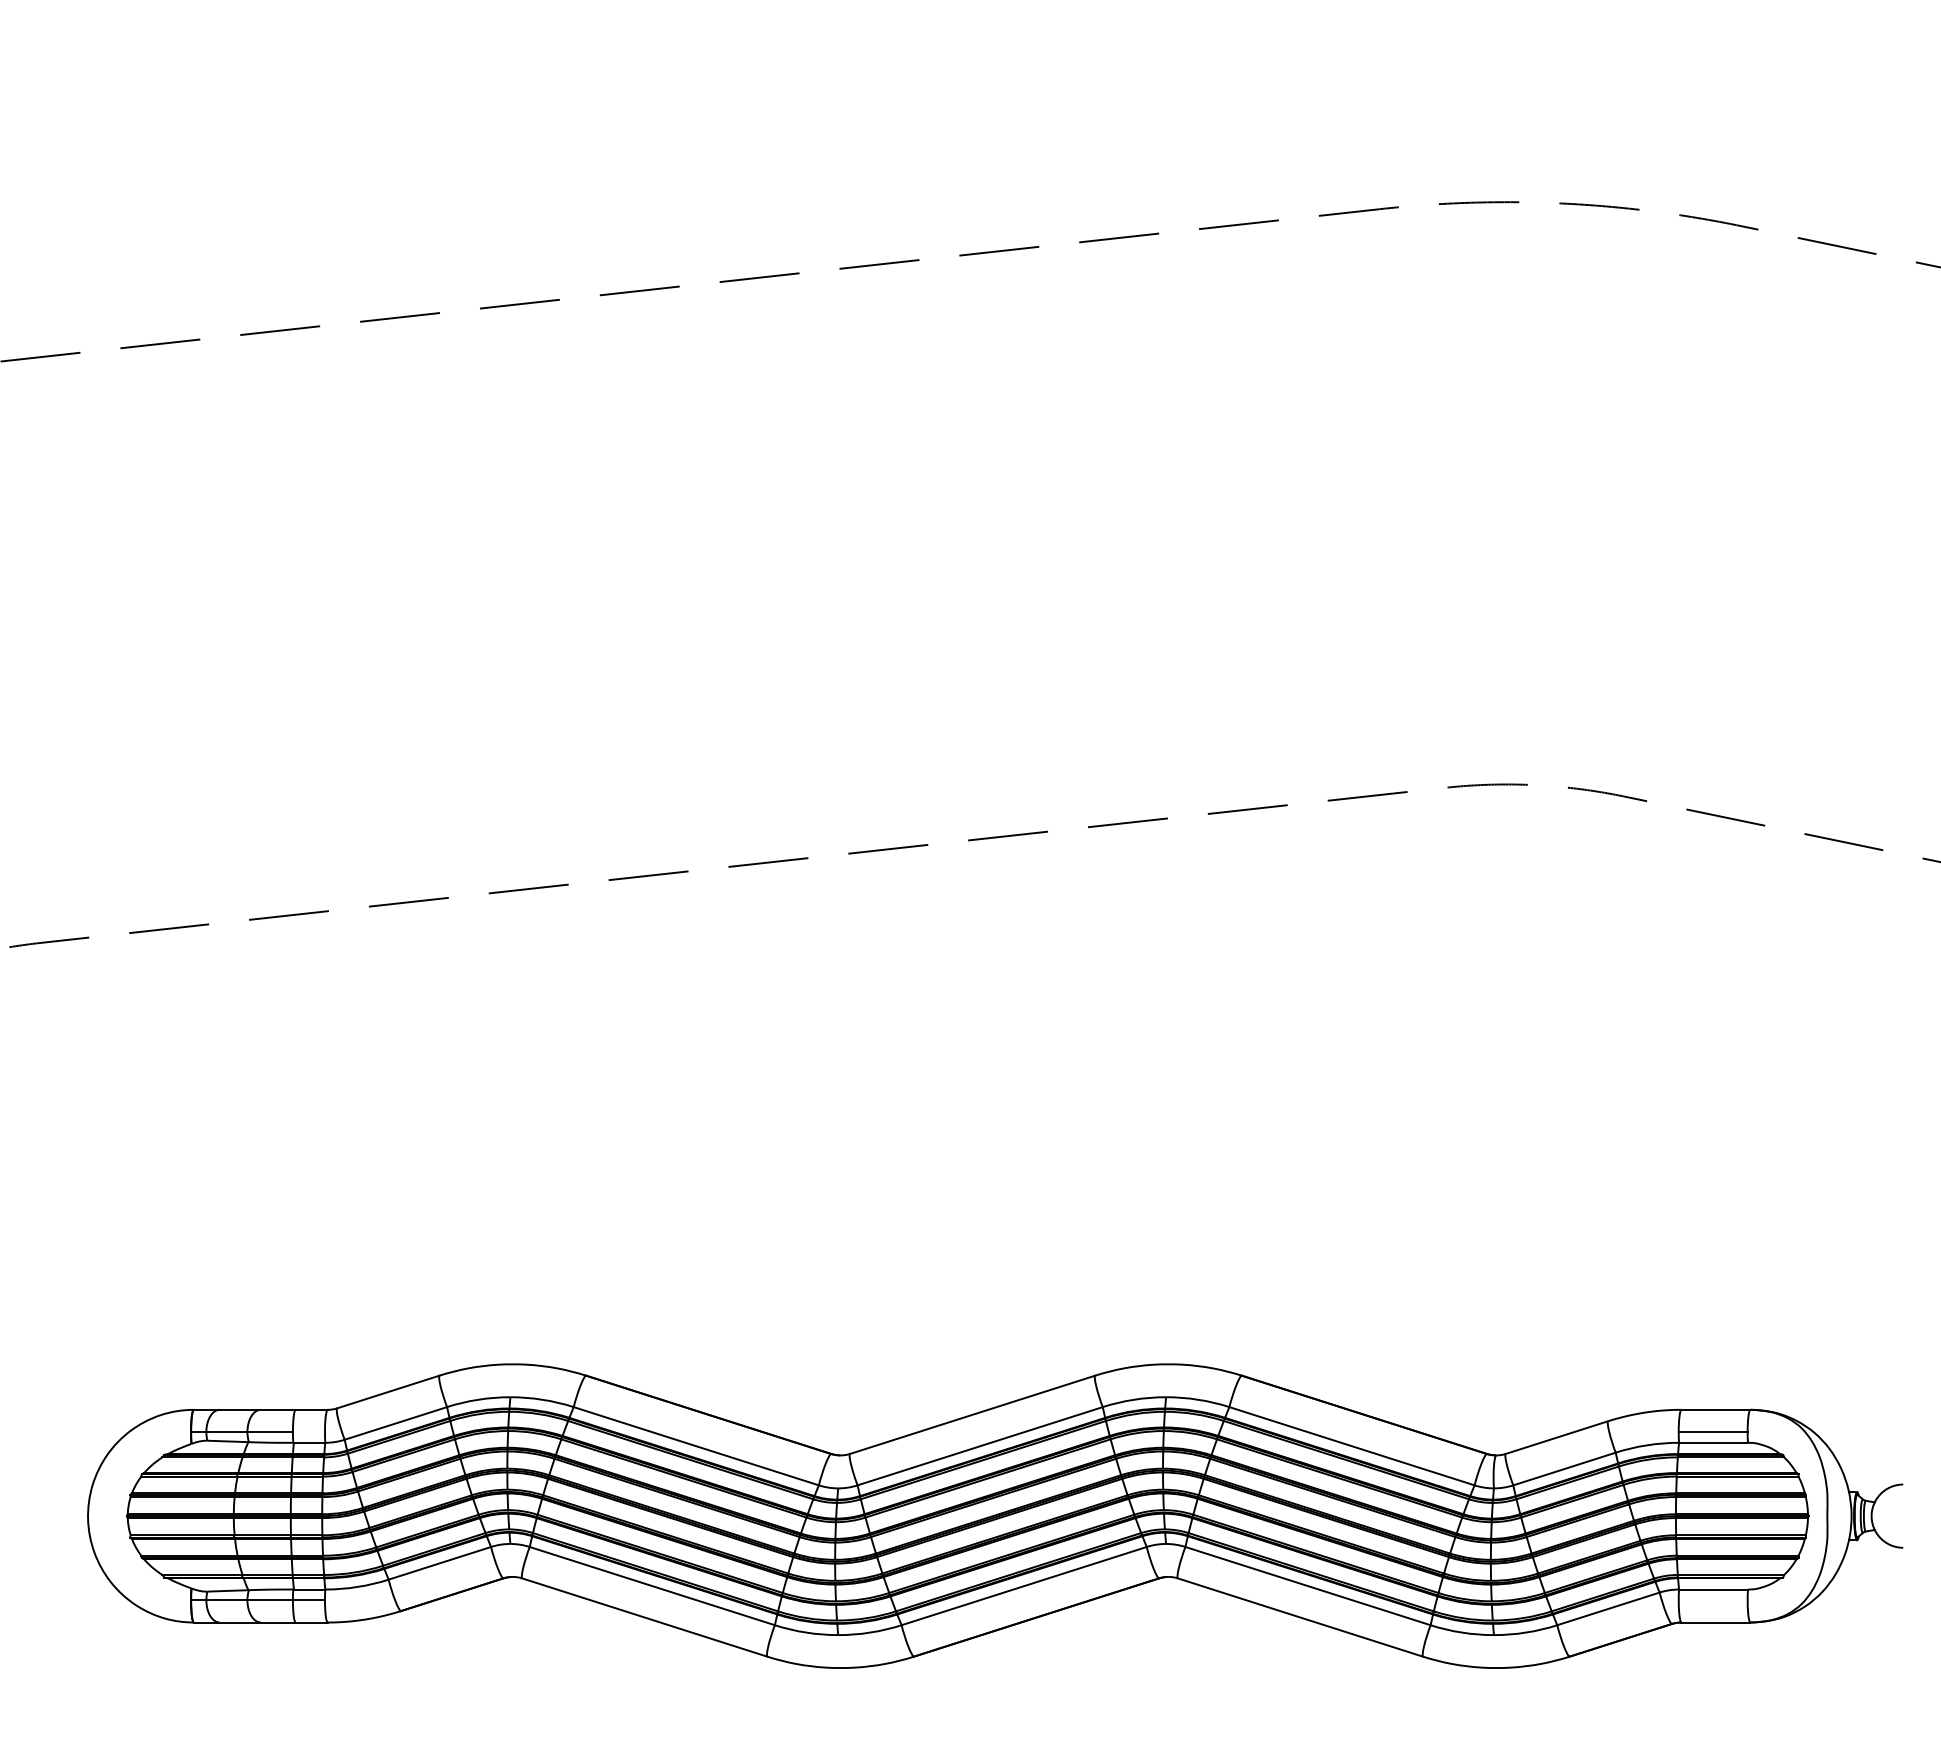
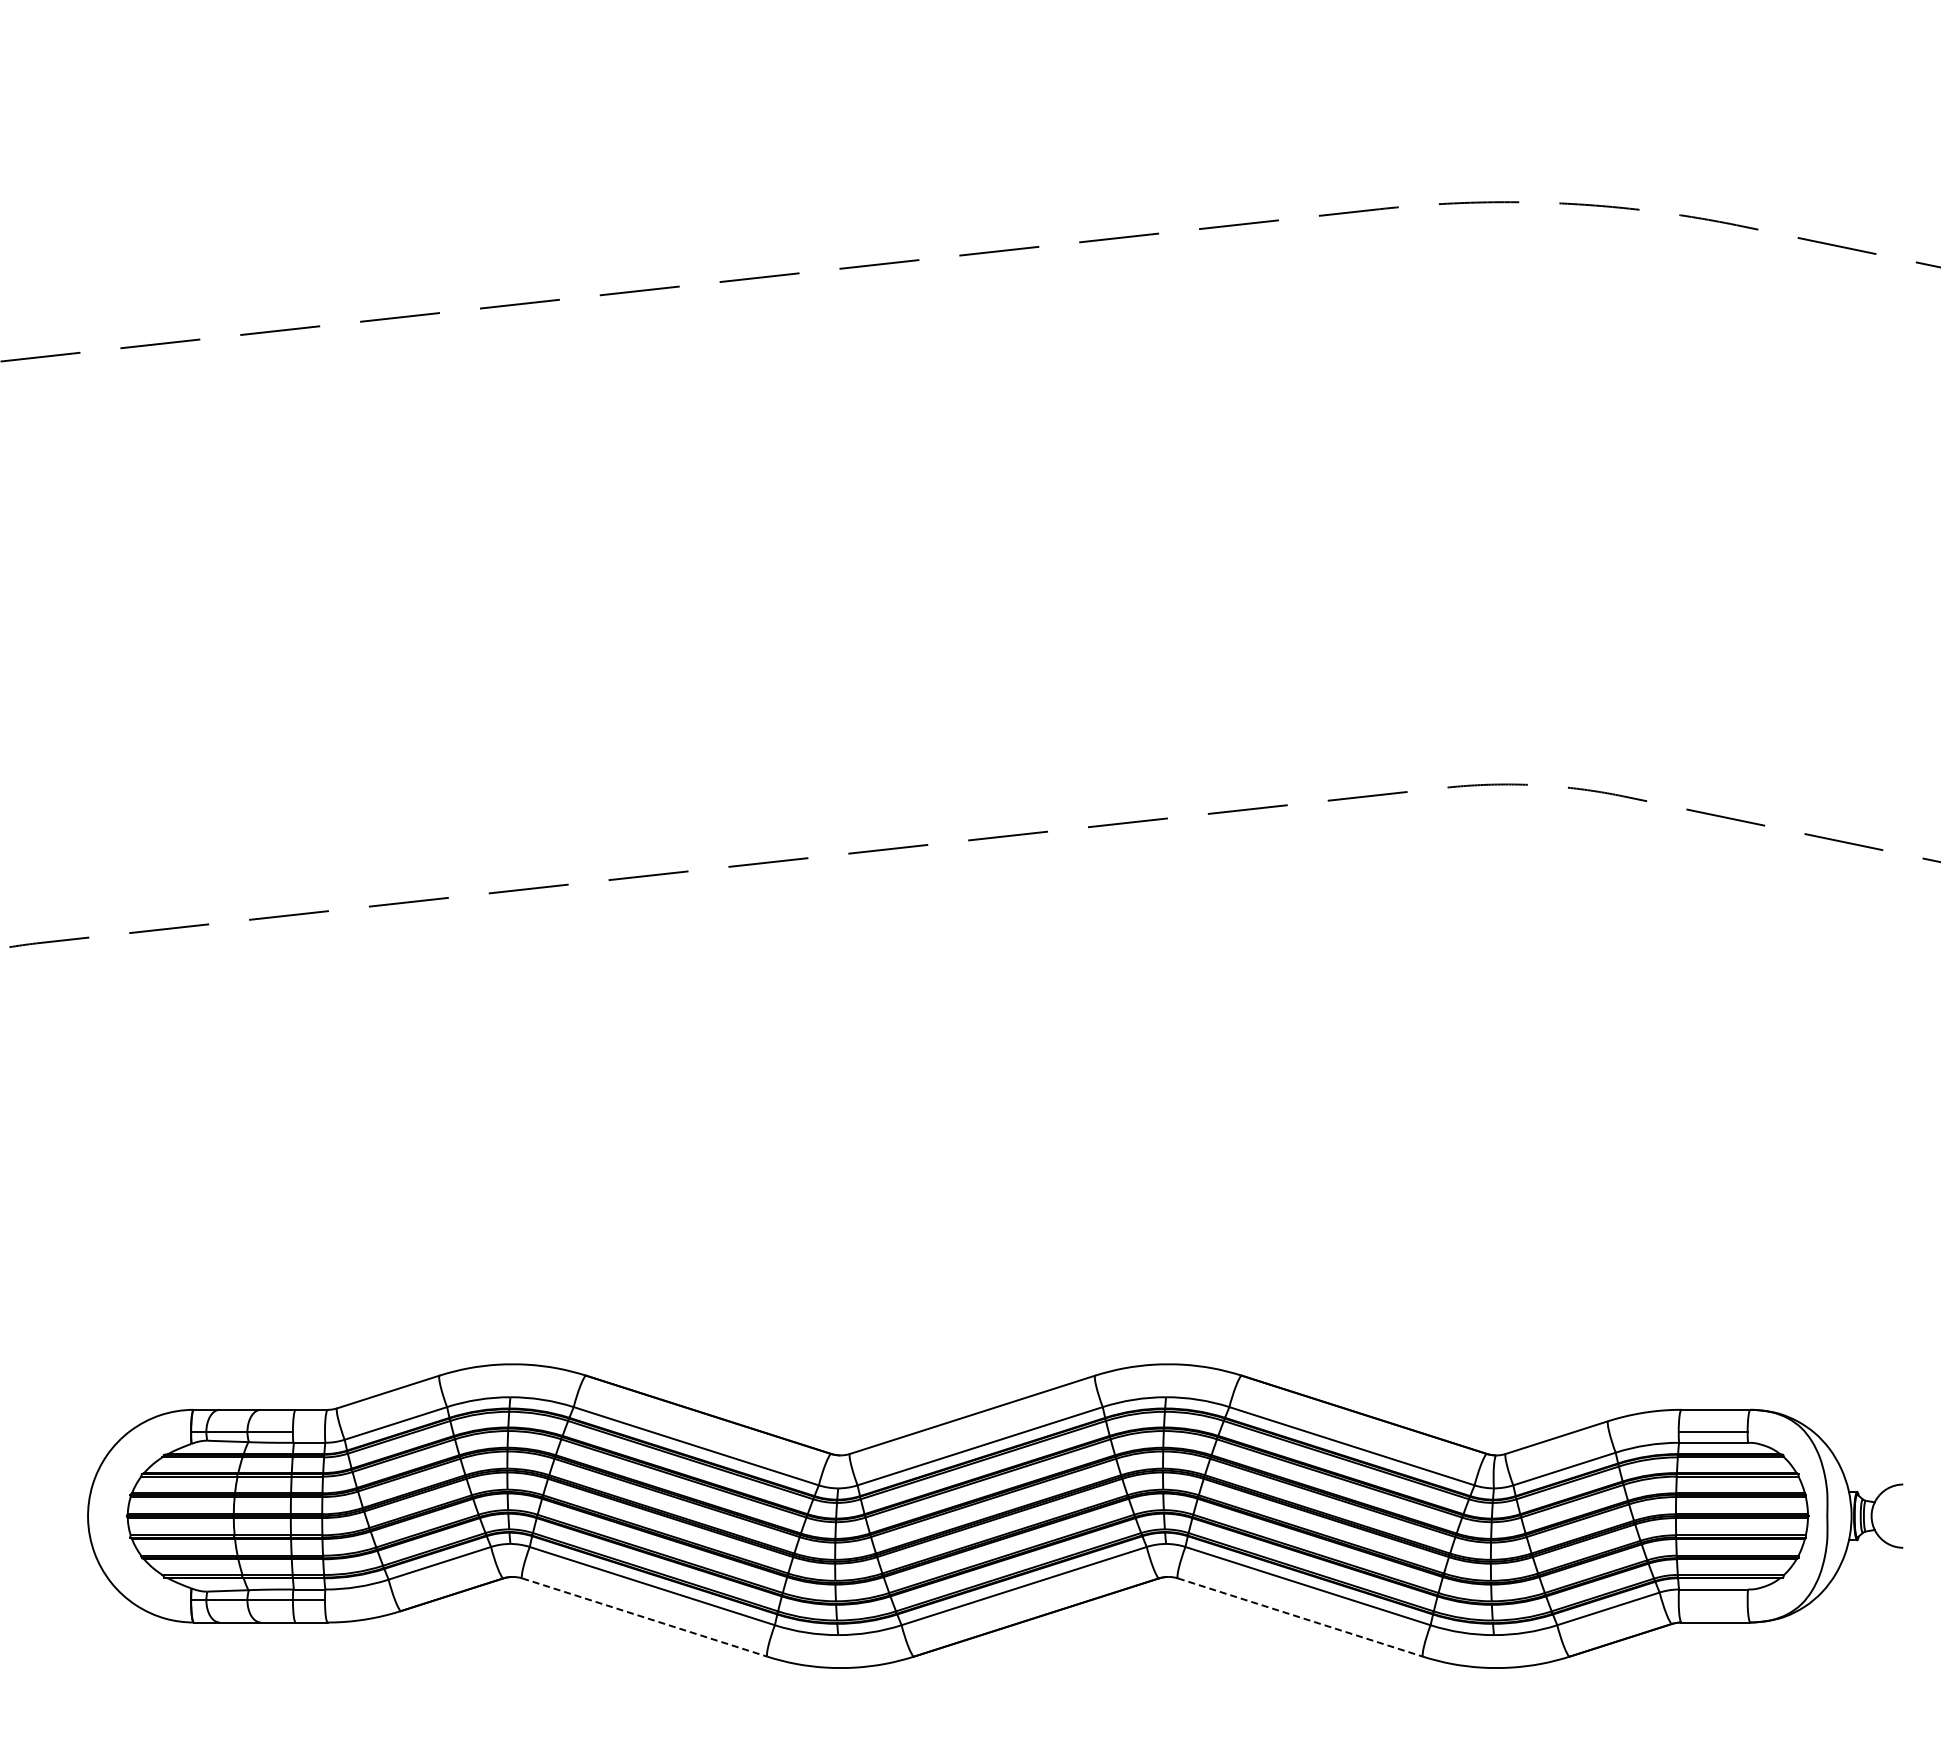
line at (644, 1617): solid -> dashed
line at (1300, 1617): solid -> dashed
